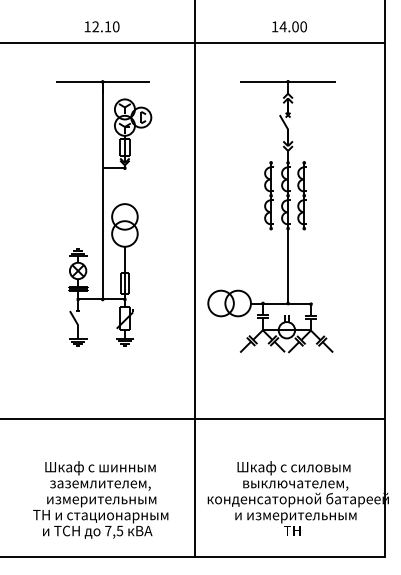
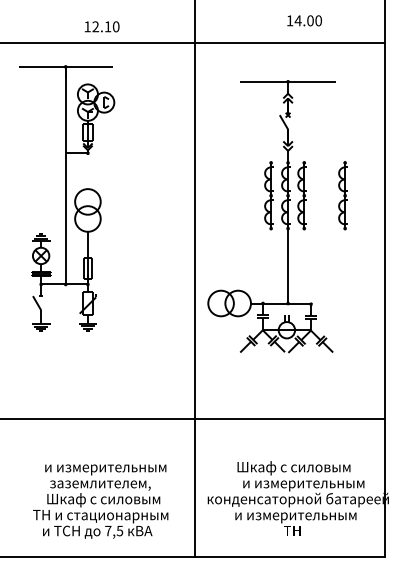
text at (289, 26) position: (289, 26) -> (304, 20)
part at (342, 195): none -> present
part at (104, 213) position: (104, 213) -> (67, 198)
text at (105, 468): Шкаф с шинным -> и измерительным
text at (304, 485): выключателем, -> и измерительным
text at (103, 500): измерительным -> Шкаф с силовым
